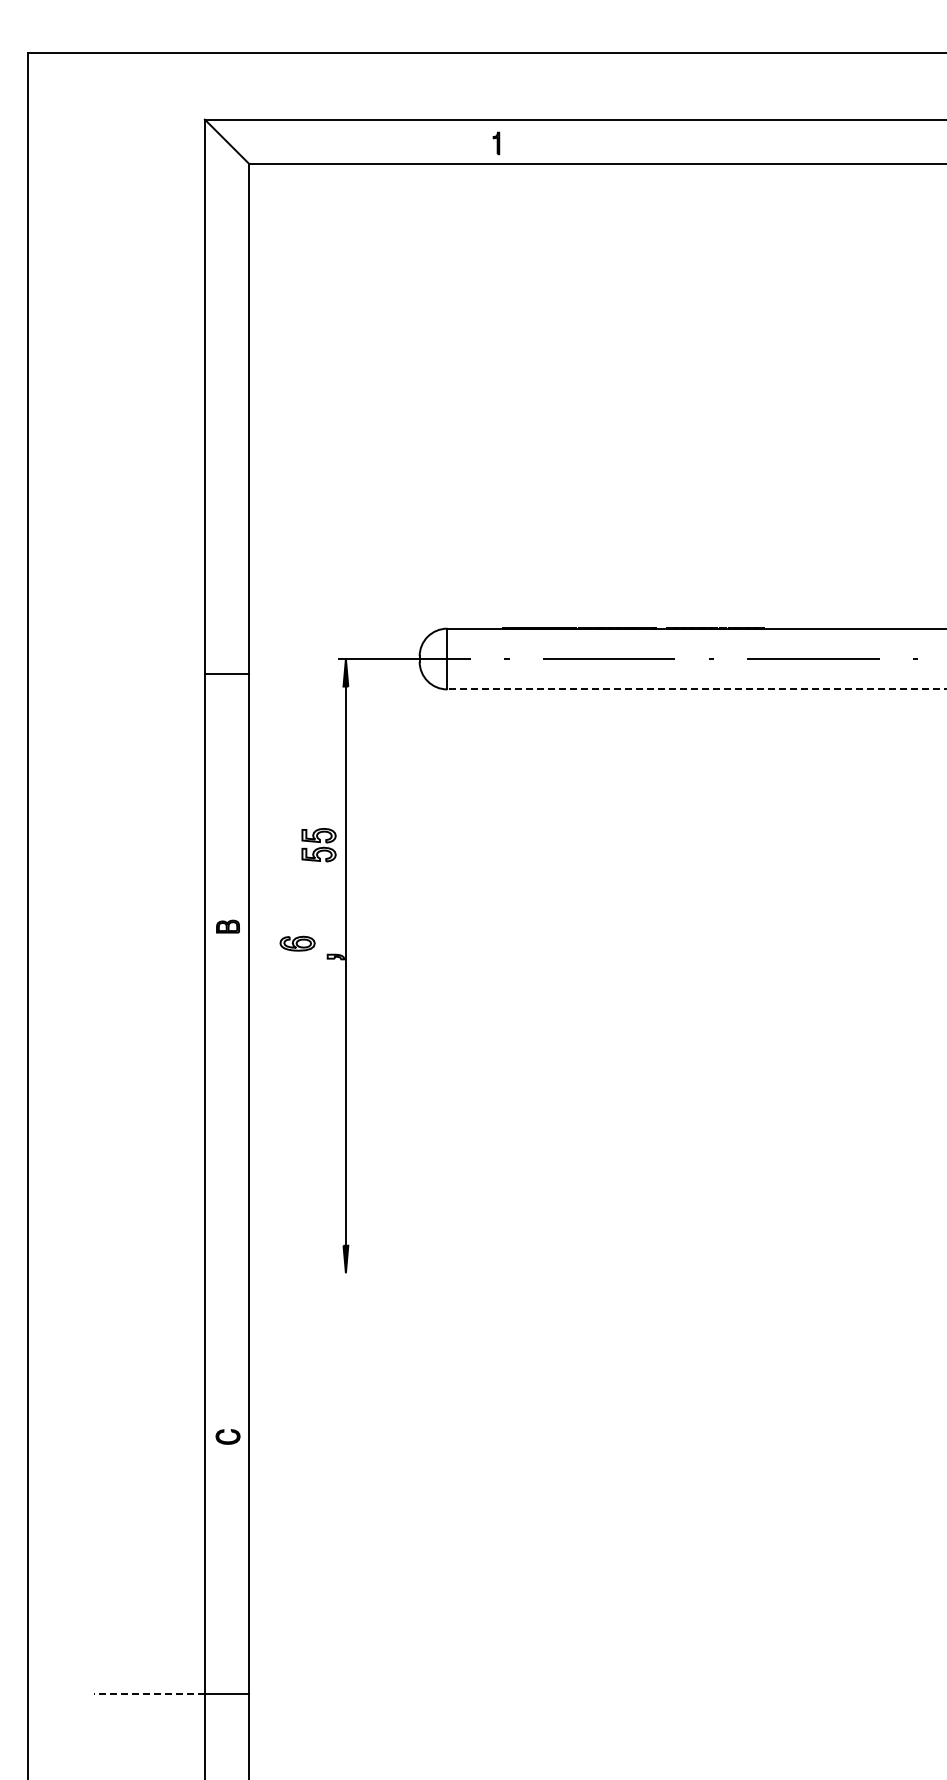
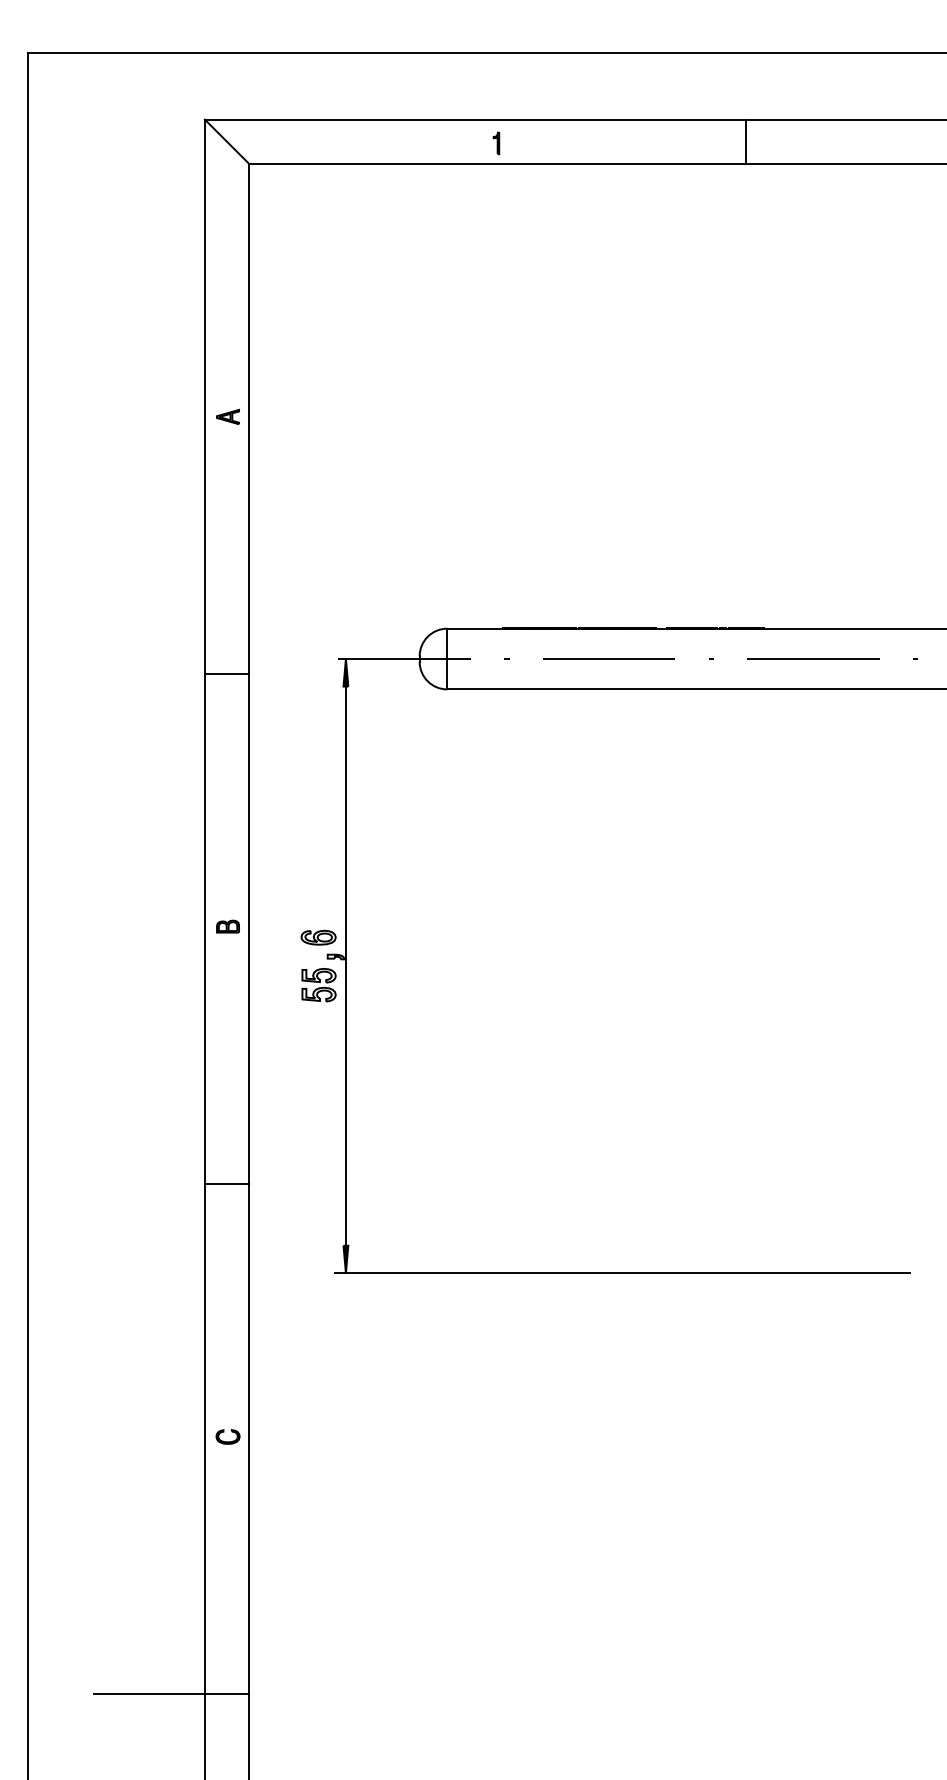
line at (746, 141): none -> present
part at (227, 416): none -> present
line at (696, 689): dashed -> solid
part at (318, 845) position: (318, 845) -> (318, 985)
part at (297, 943) position: (297, 943) -> (318, 937)
line at (226, 1183): none -> present
line at (622, 1273): none -> present
line at (149, 1693): dashed -> solid
